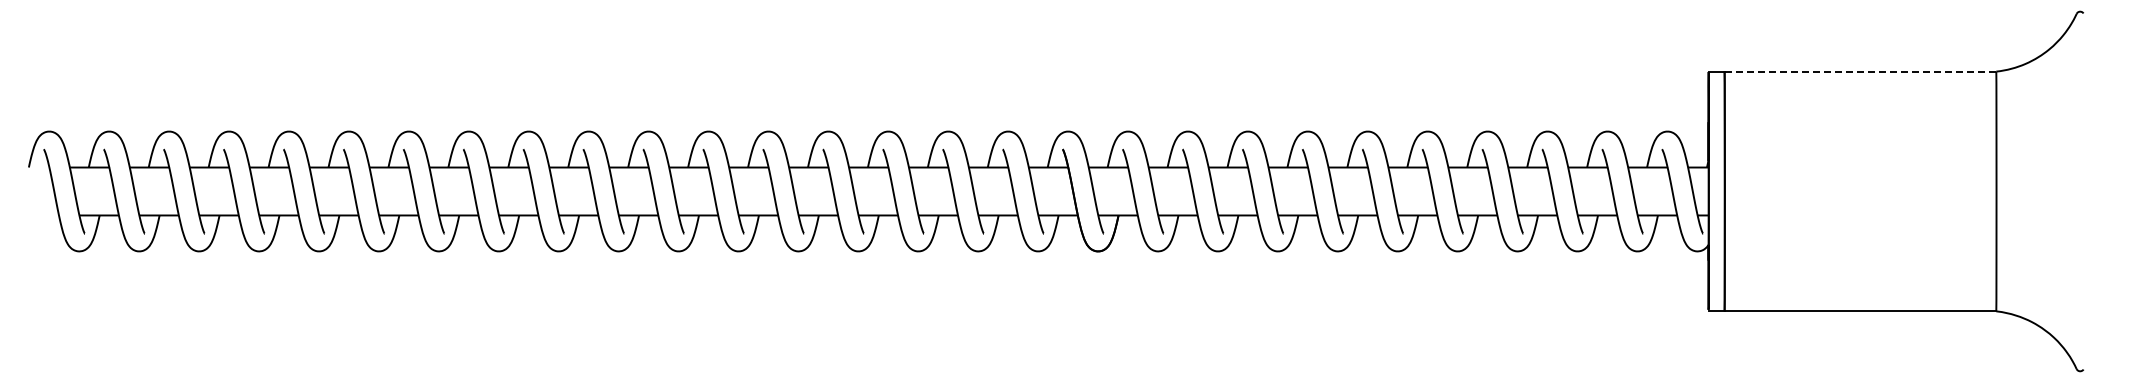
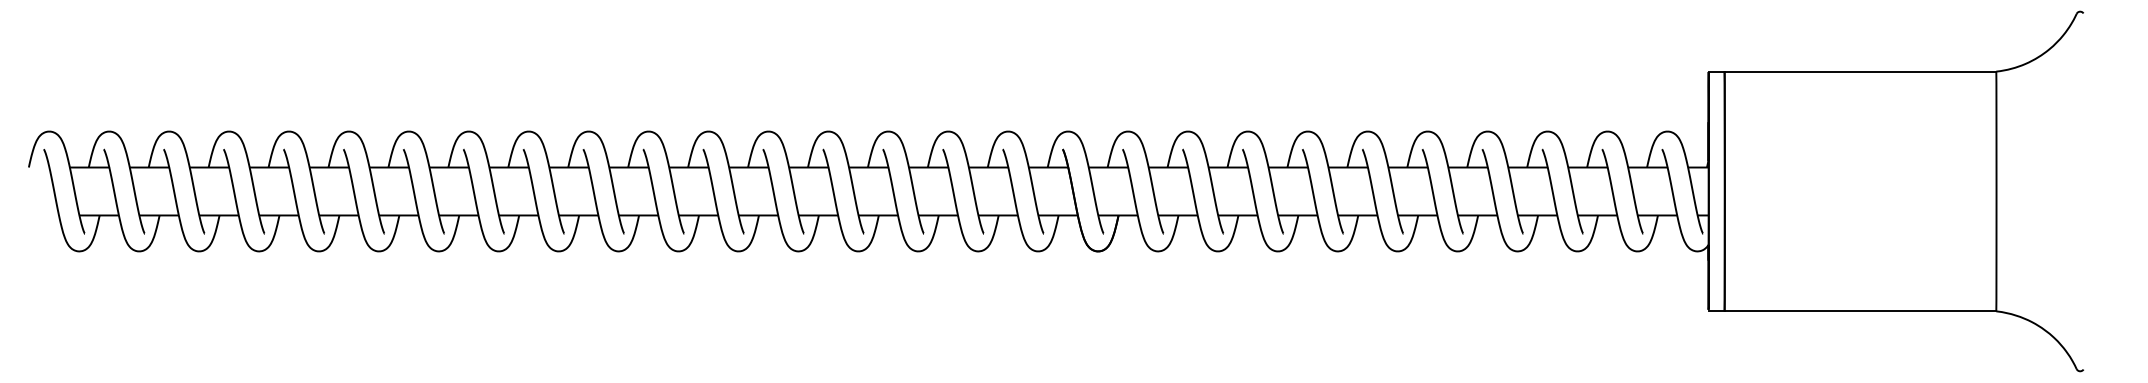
line at (1860, 71): dashed -> solid
